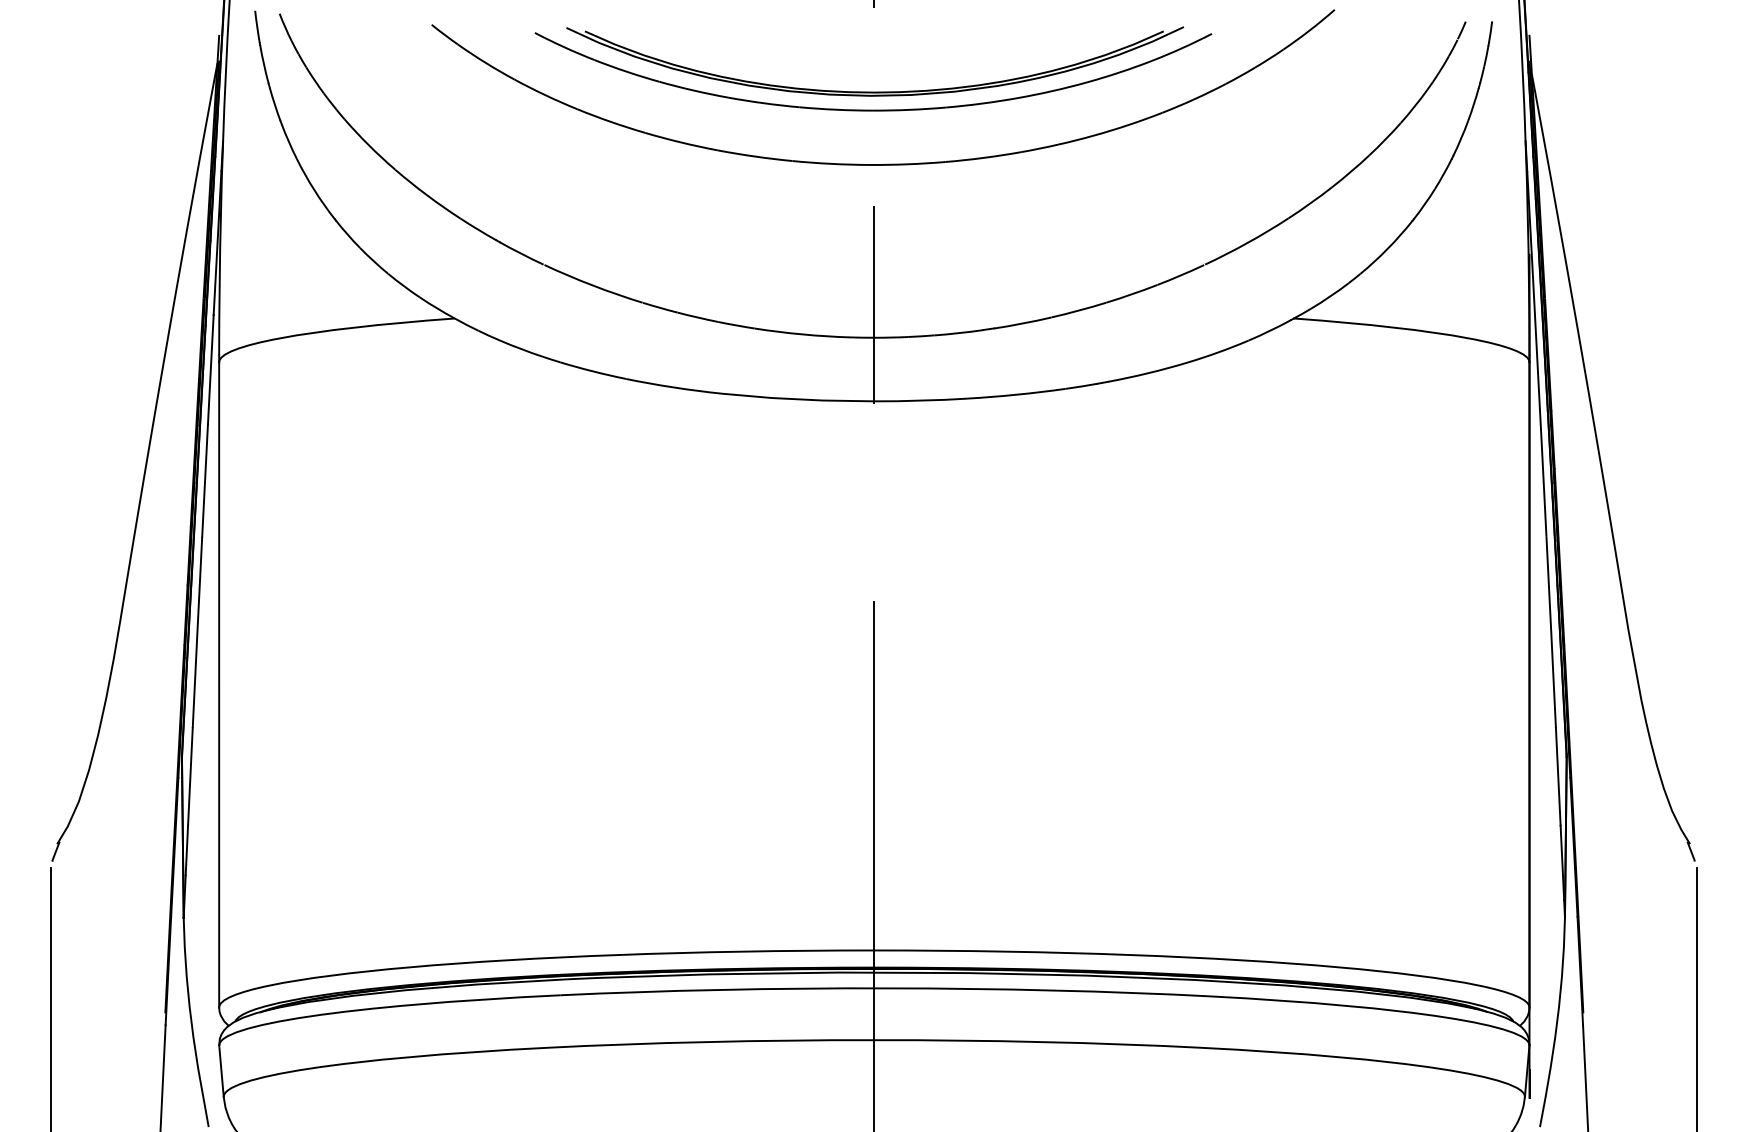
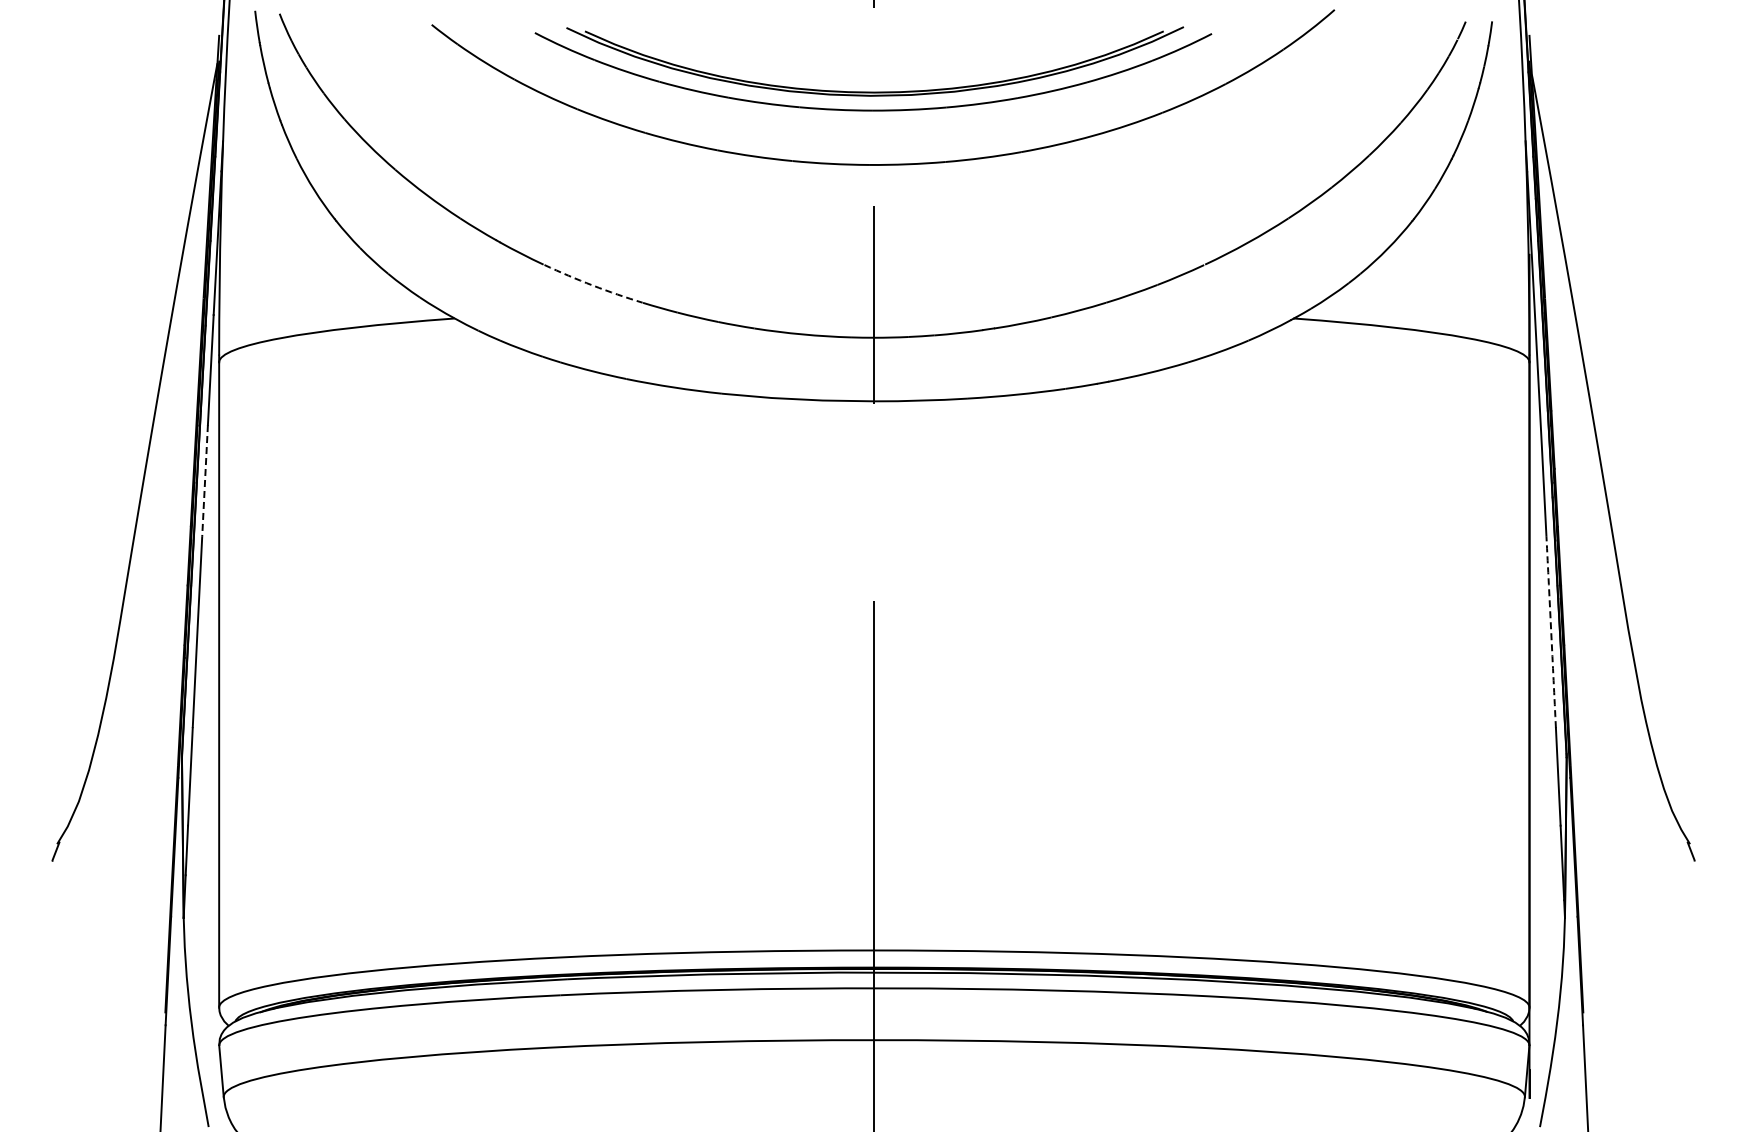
arc at (592, 285): solid -> dashed
line at (205, 480): solid -> dashed
arc at (1551, 632): solid -> dashed
line at (50, 997): present -> none
line at (1696, 997): present -> none
